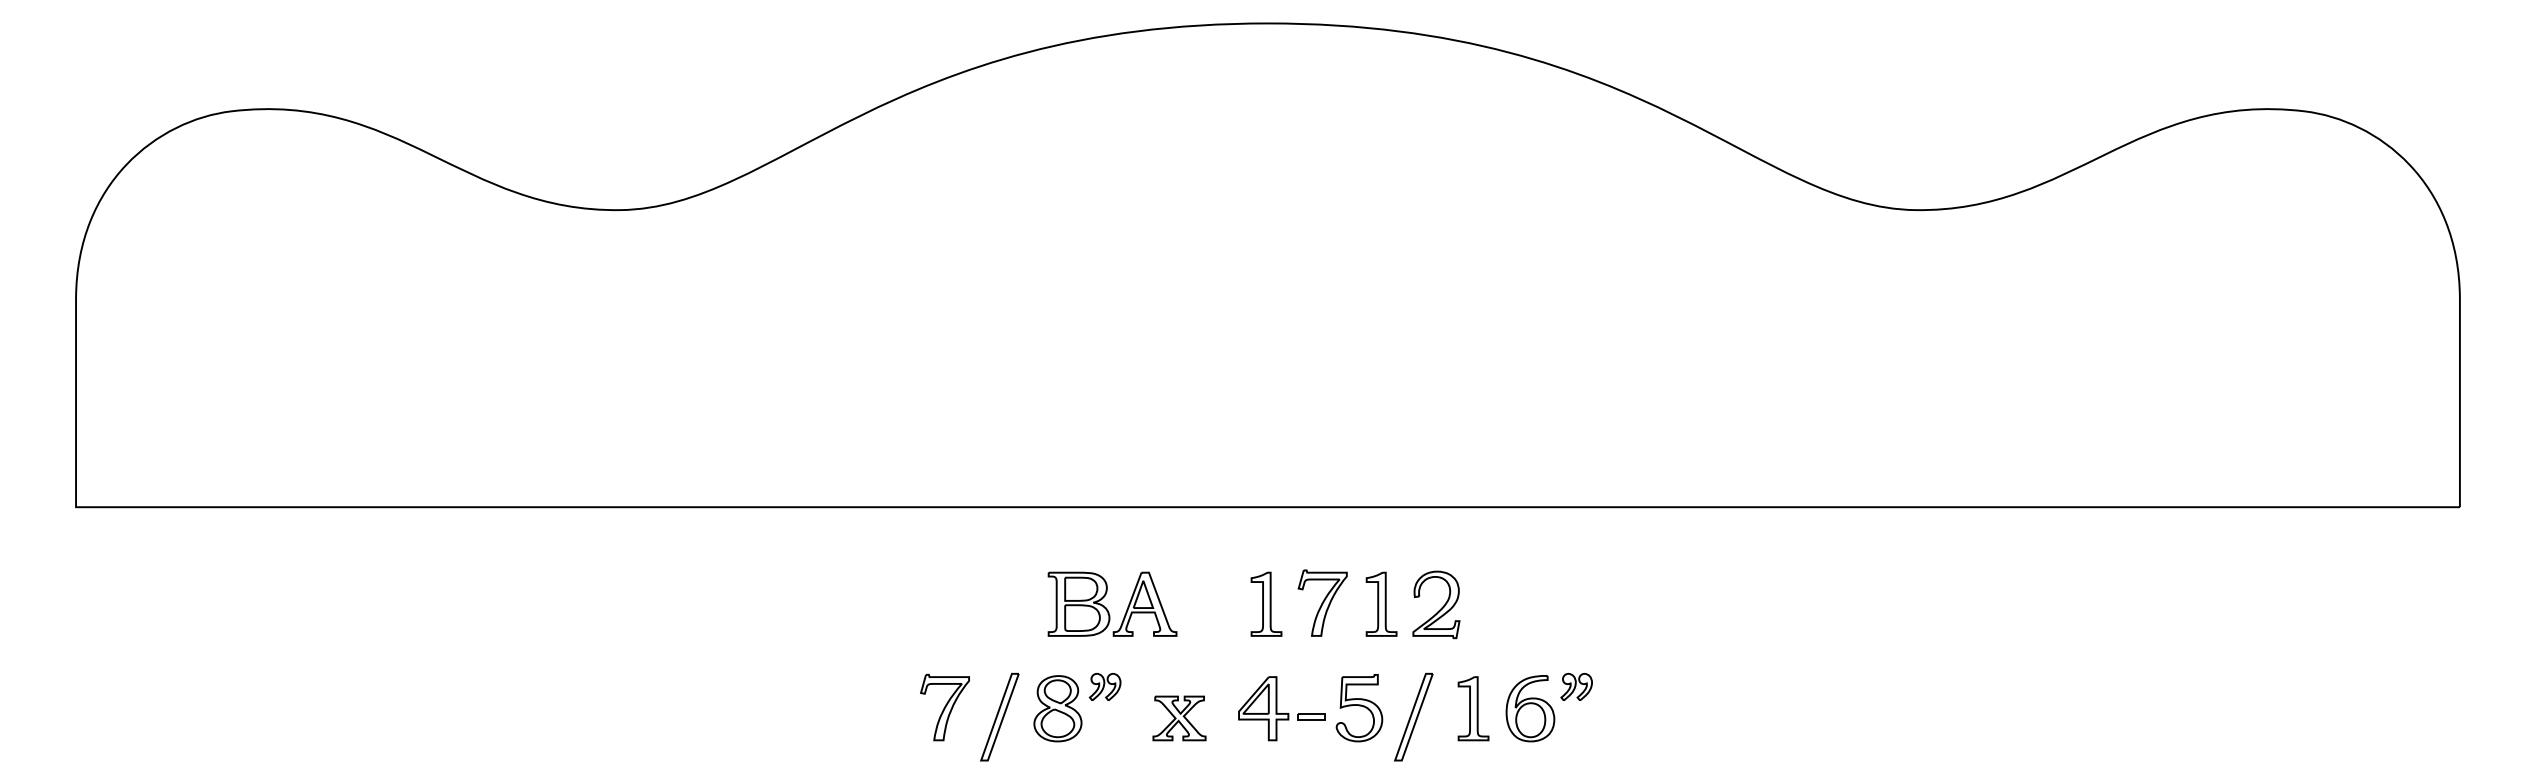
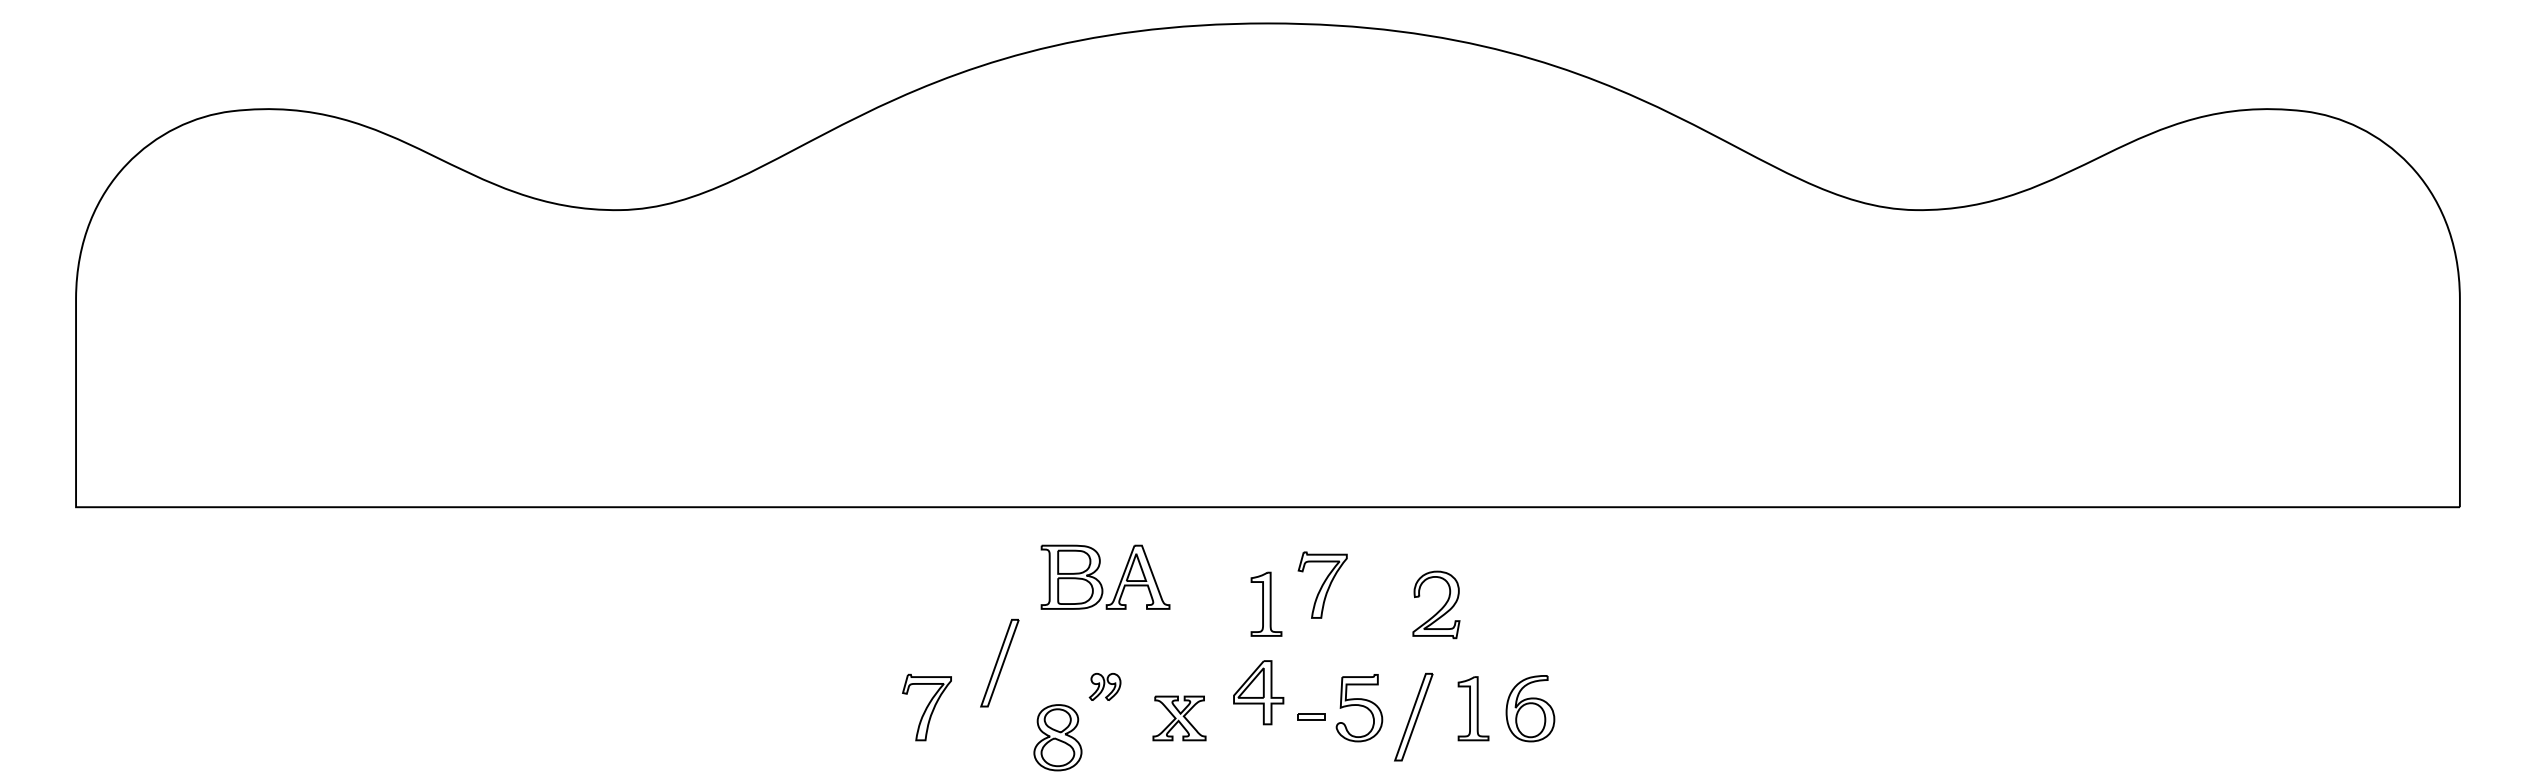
part at (1322, 602) position: (1322, 602) -> (1322, 584)
part at (1381, 603): present -> none
part at (1107, 608) position: (1107, 608) -> (1100, 581)
part at (1576, 686): present -> none
part at (944, 707) position: (944, 707) -> (926, 707)
part at (1057, 708) position: (1057, 708) -> (1057, 737)
part at (1263, 708) position: (1263, 708) -> (1258, 692)
part at (999, 716) position: (999, 716) -> (999, 662)
